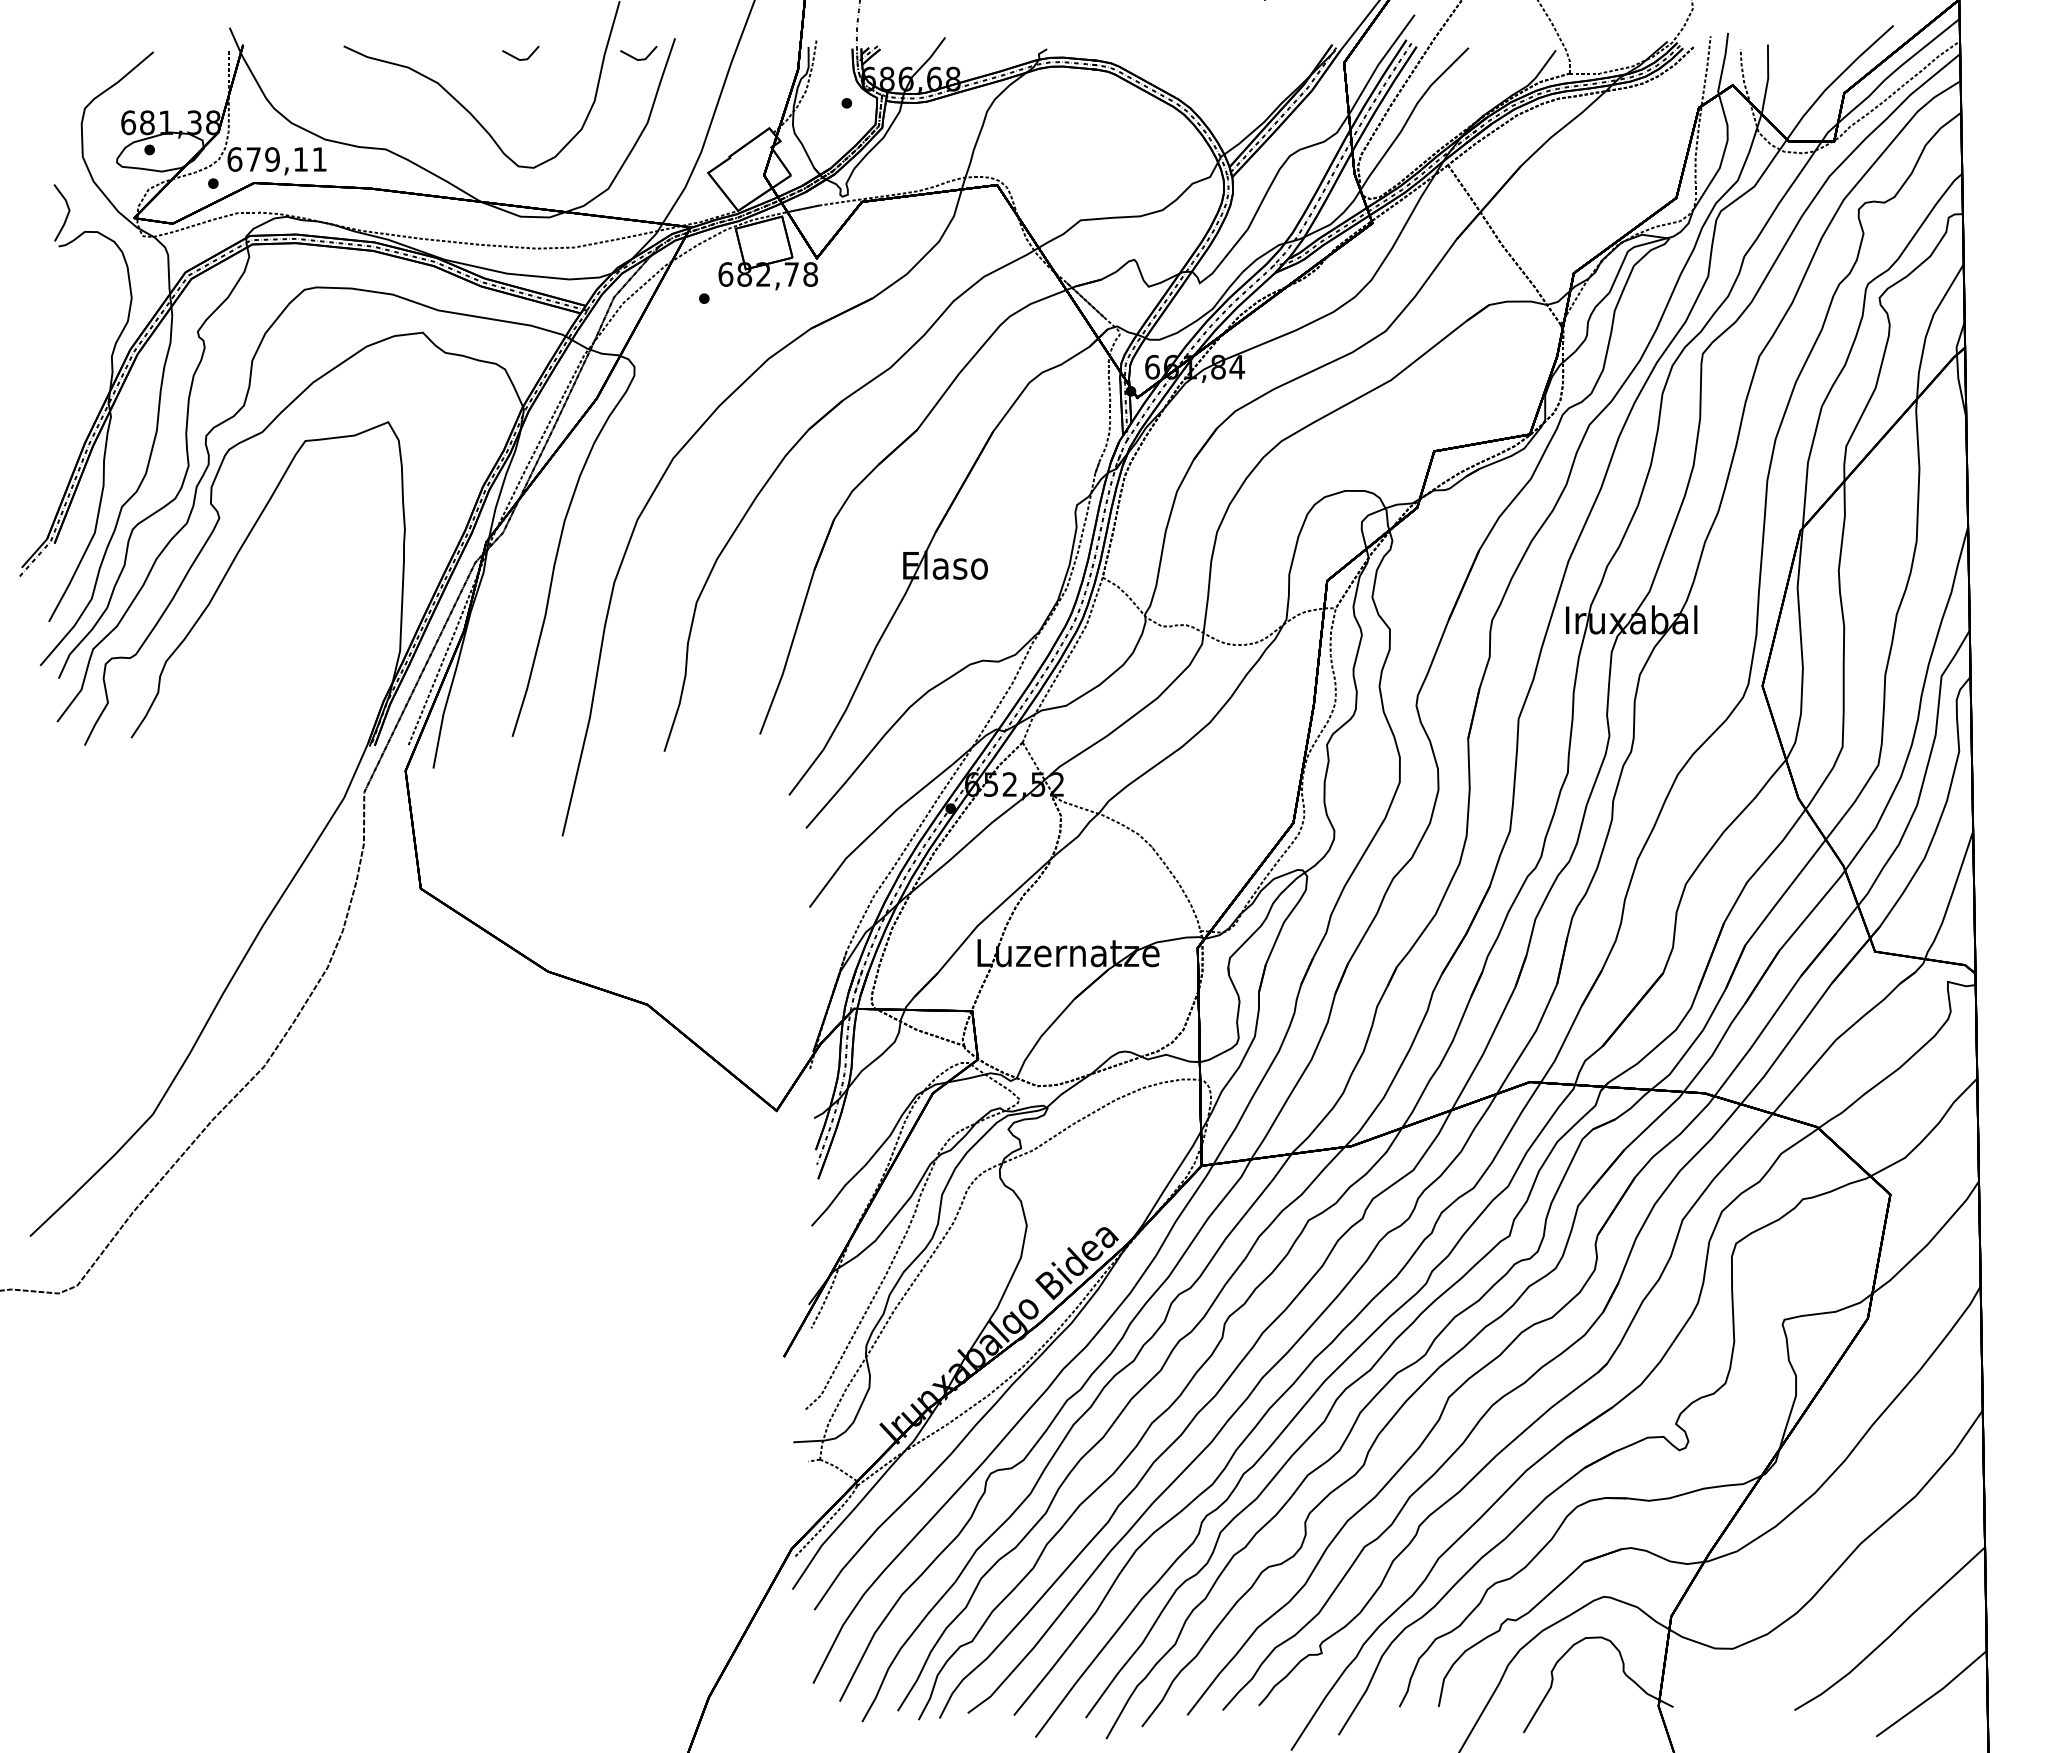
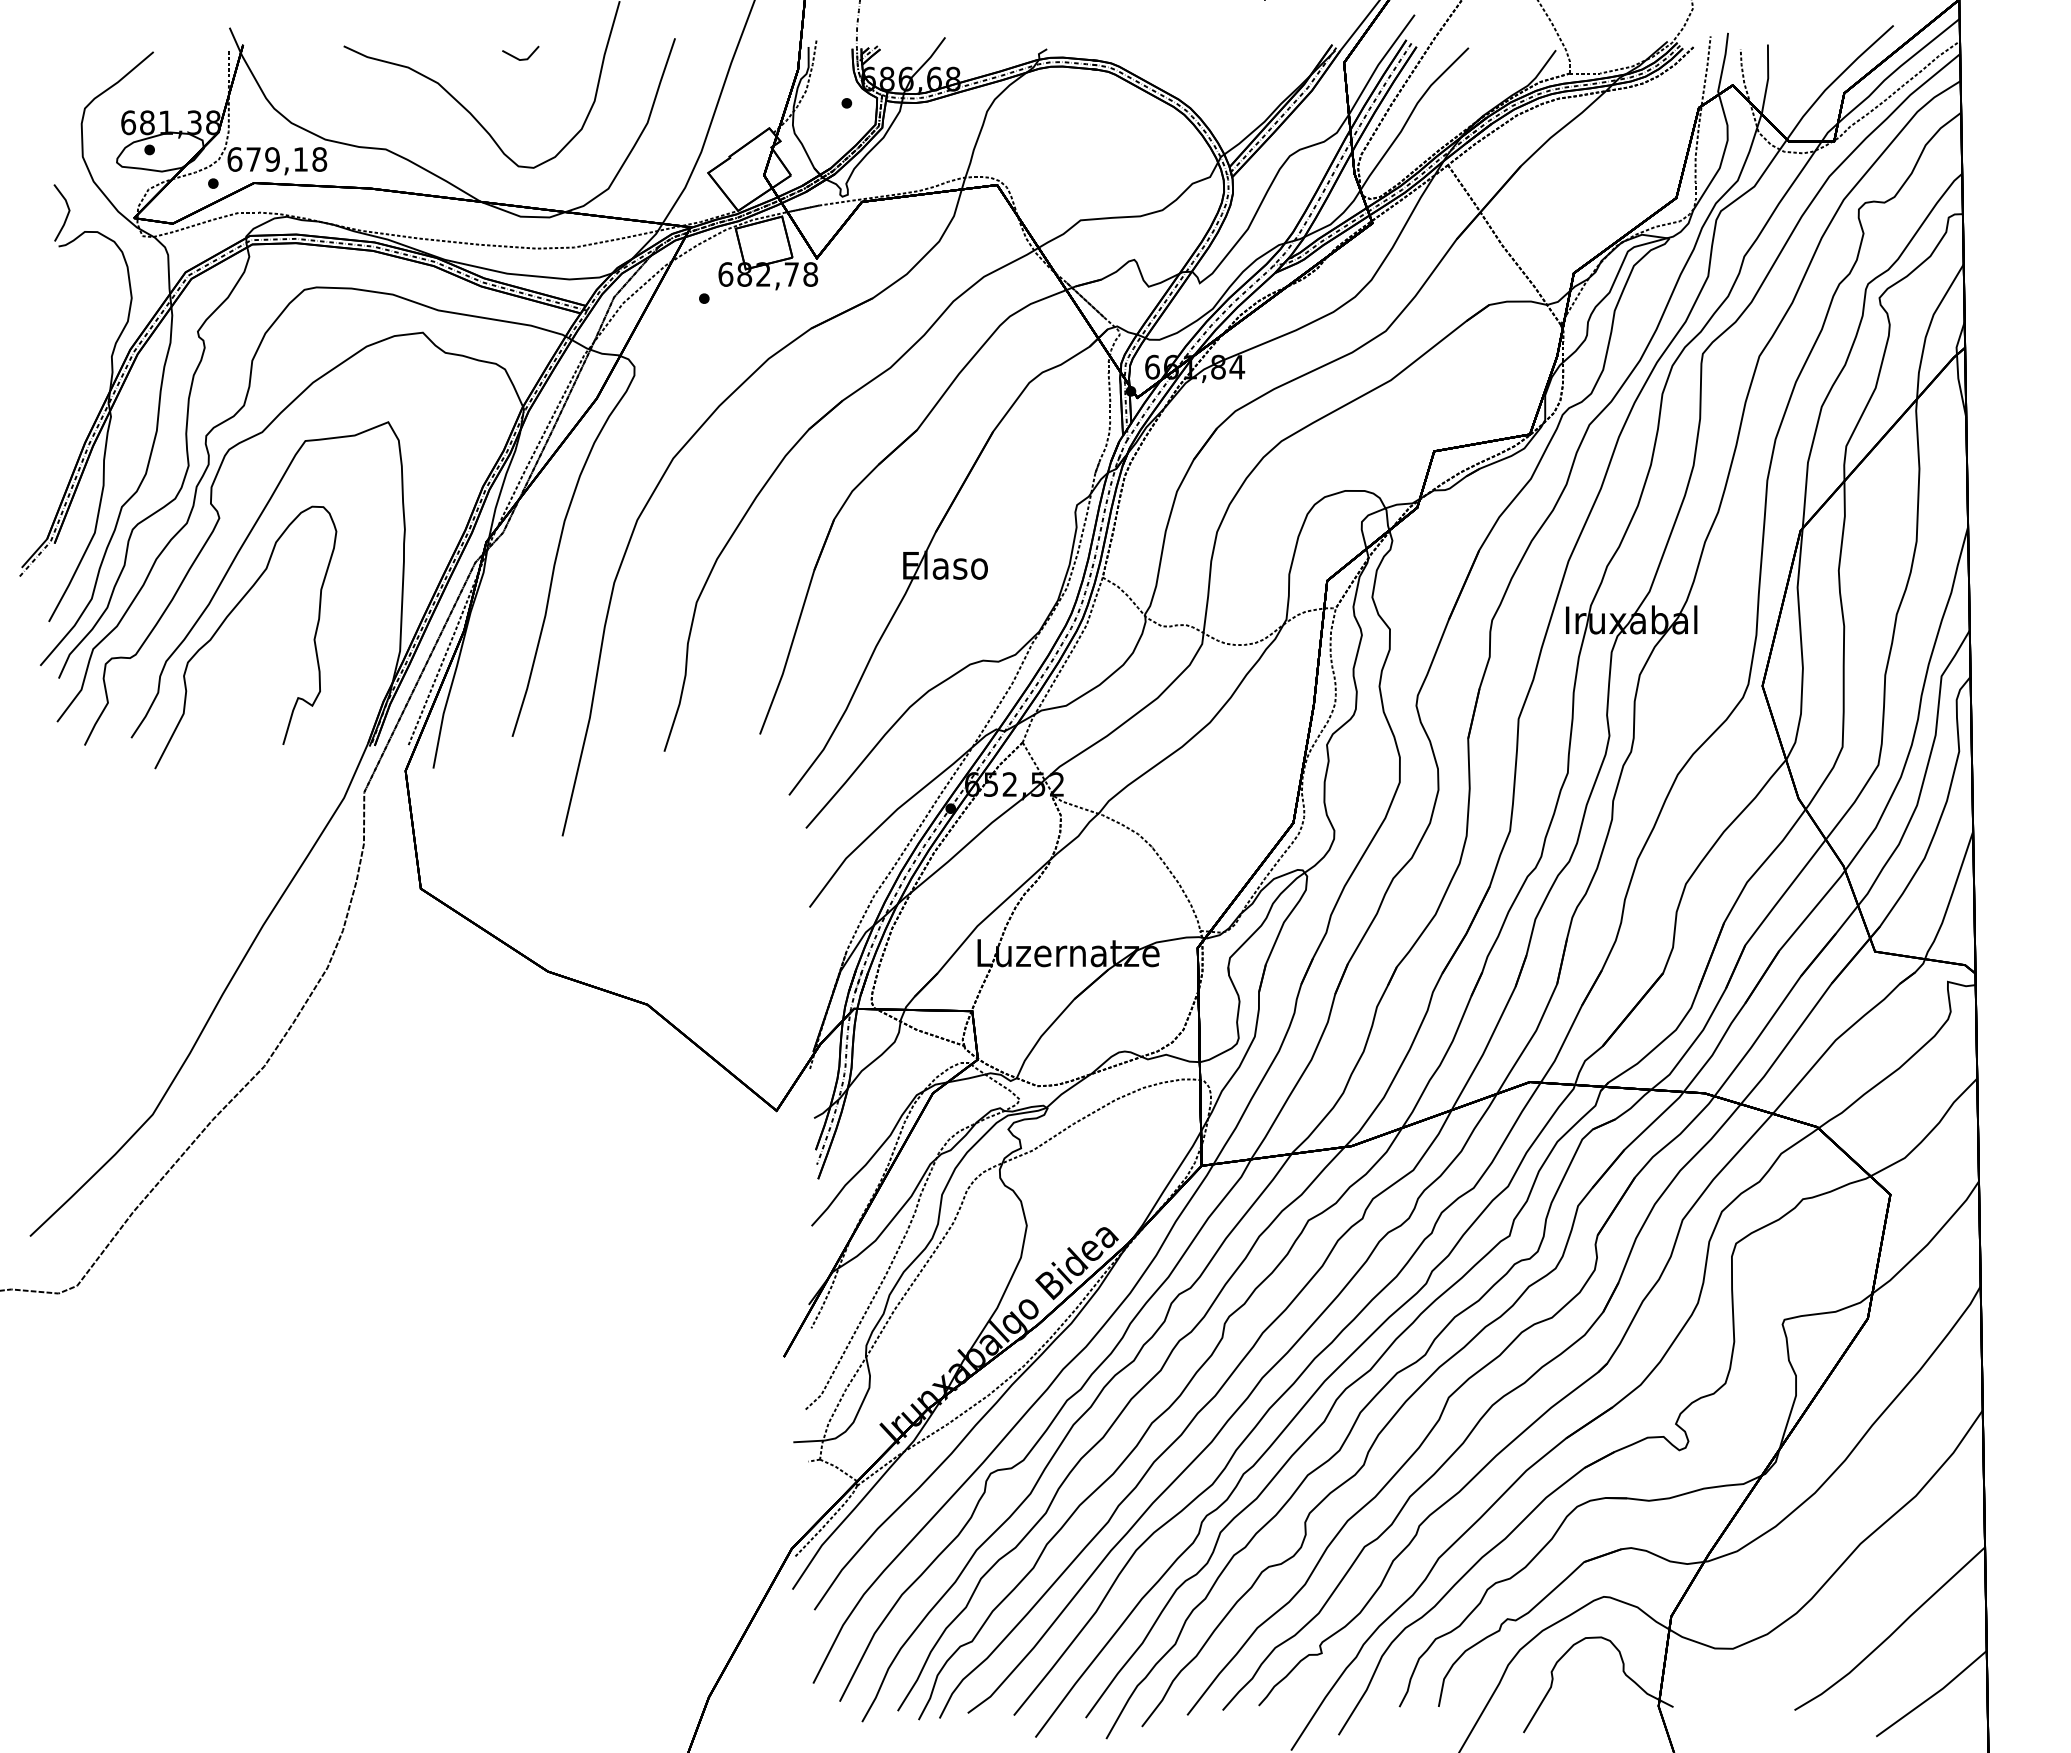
line at (635, 57): present -> none
text at (319, 159): 679,11 -> 679,18
curve at (224, 622): none -> present
